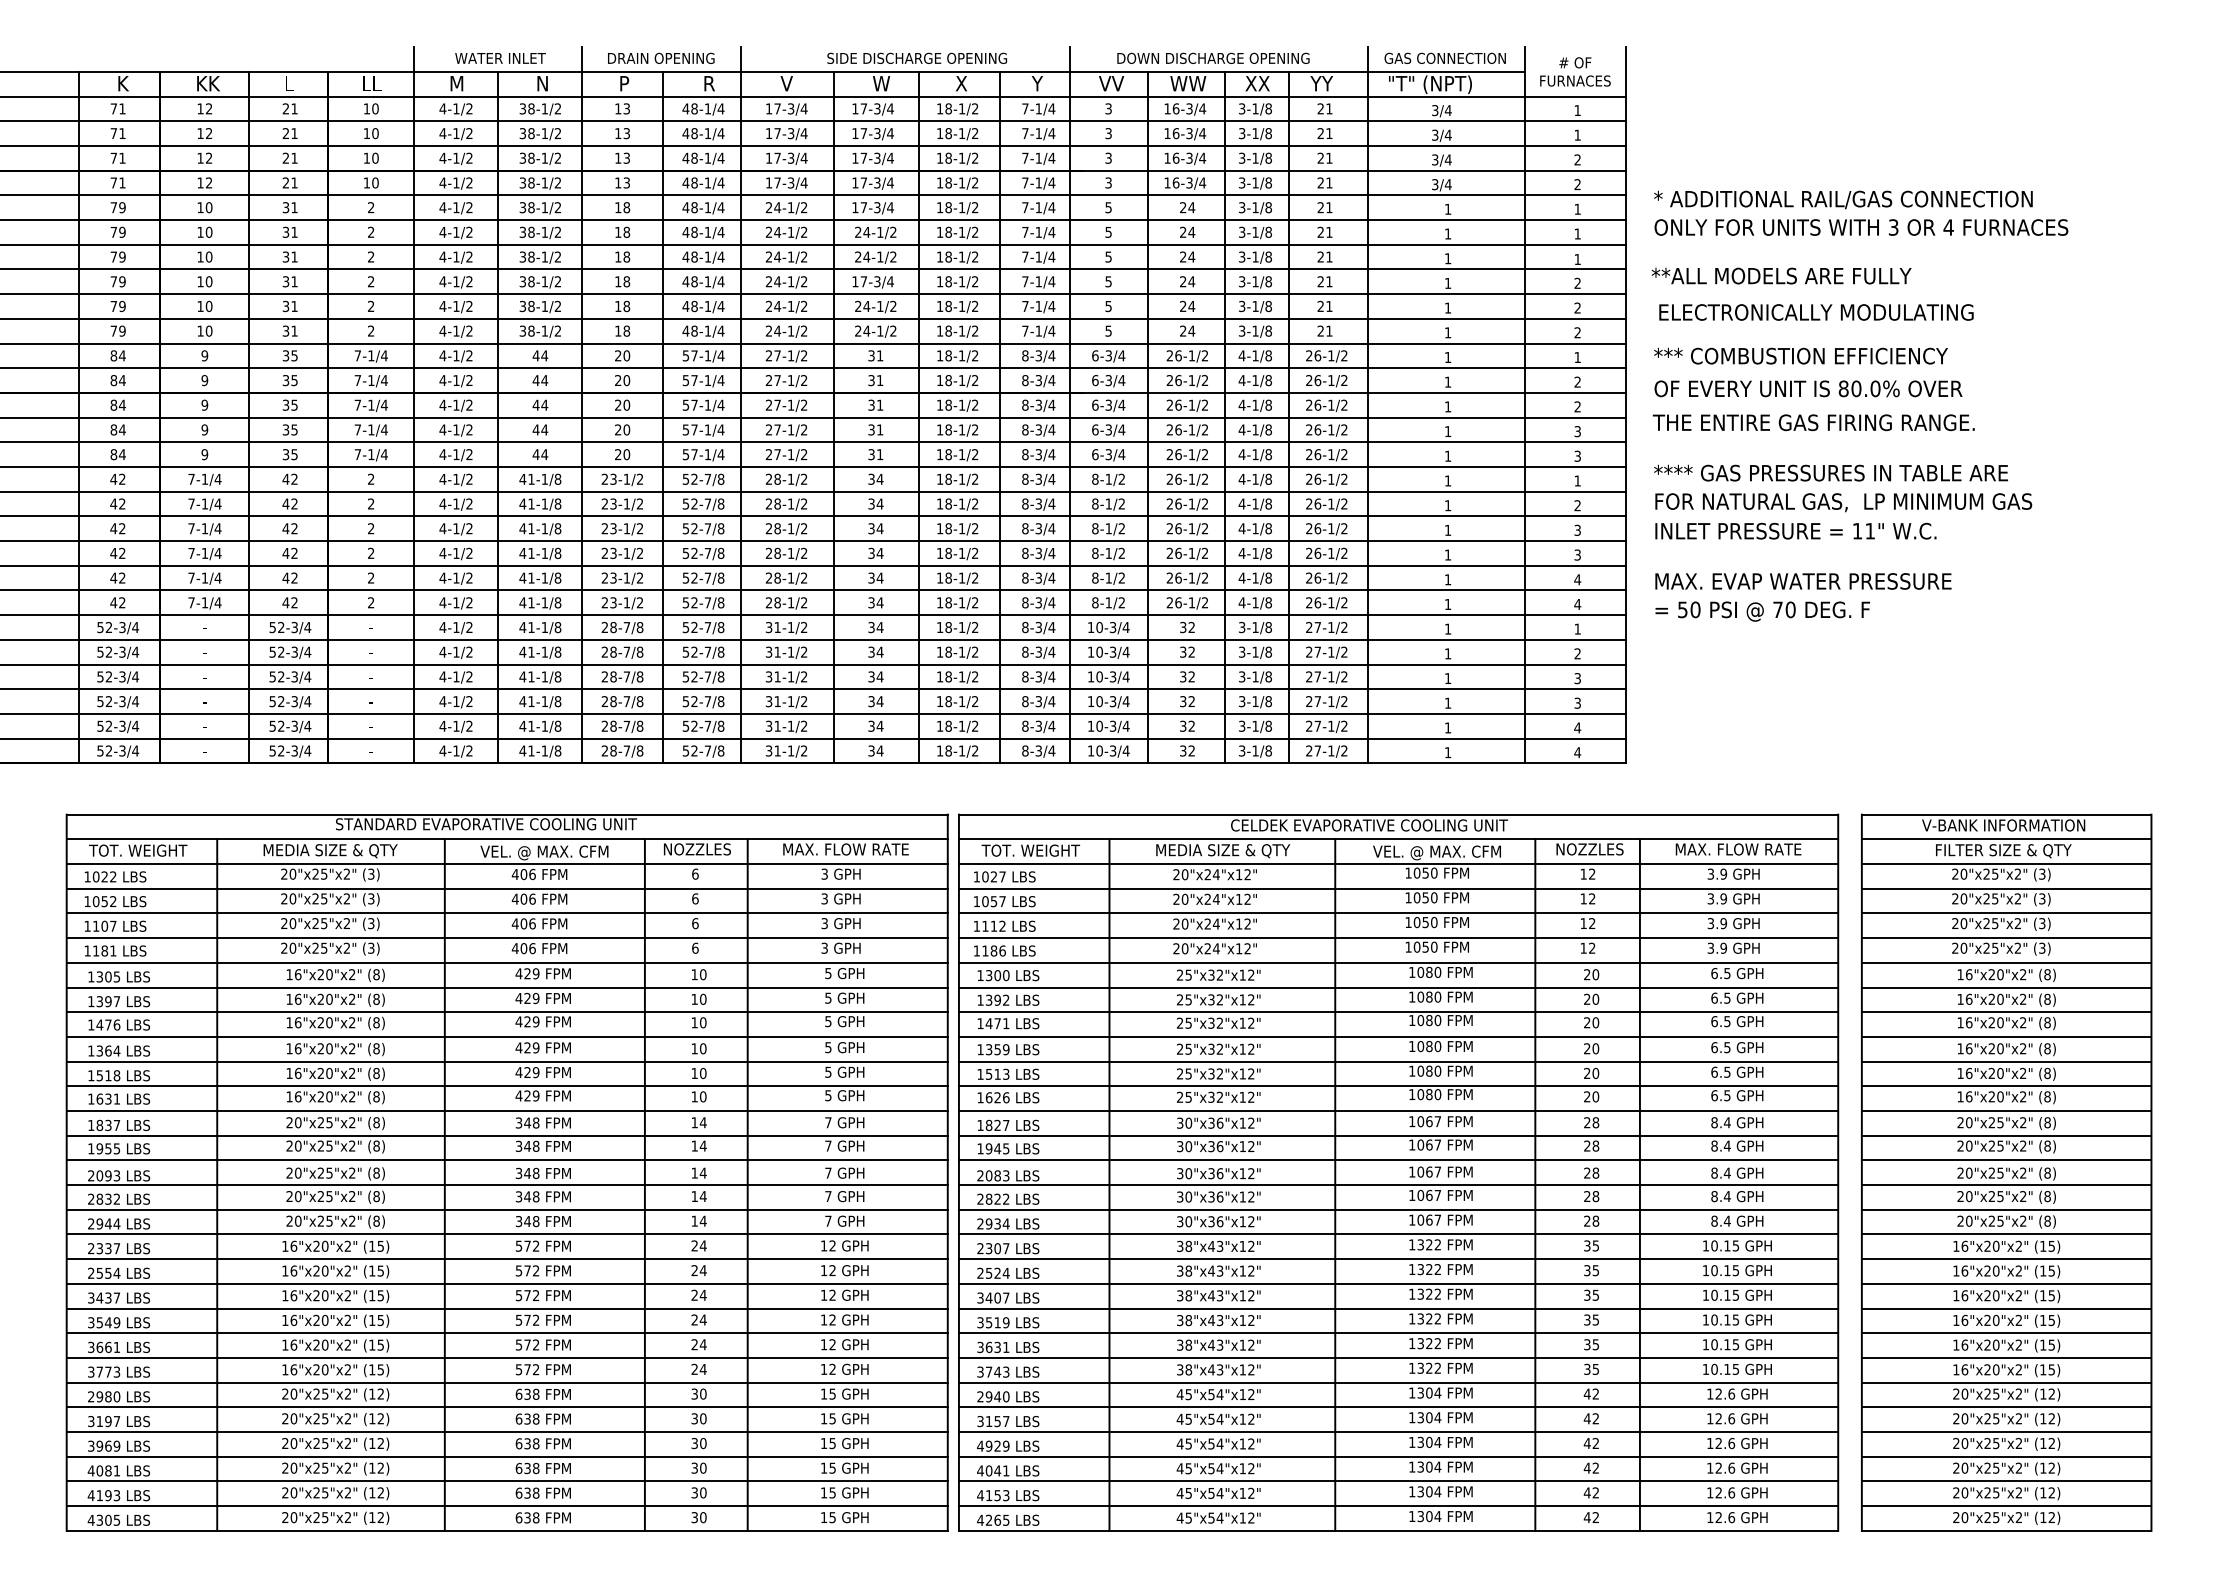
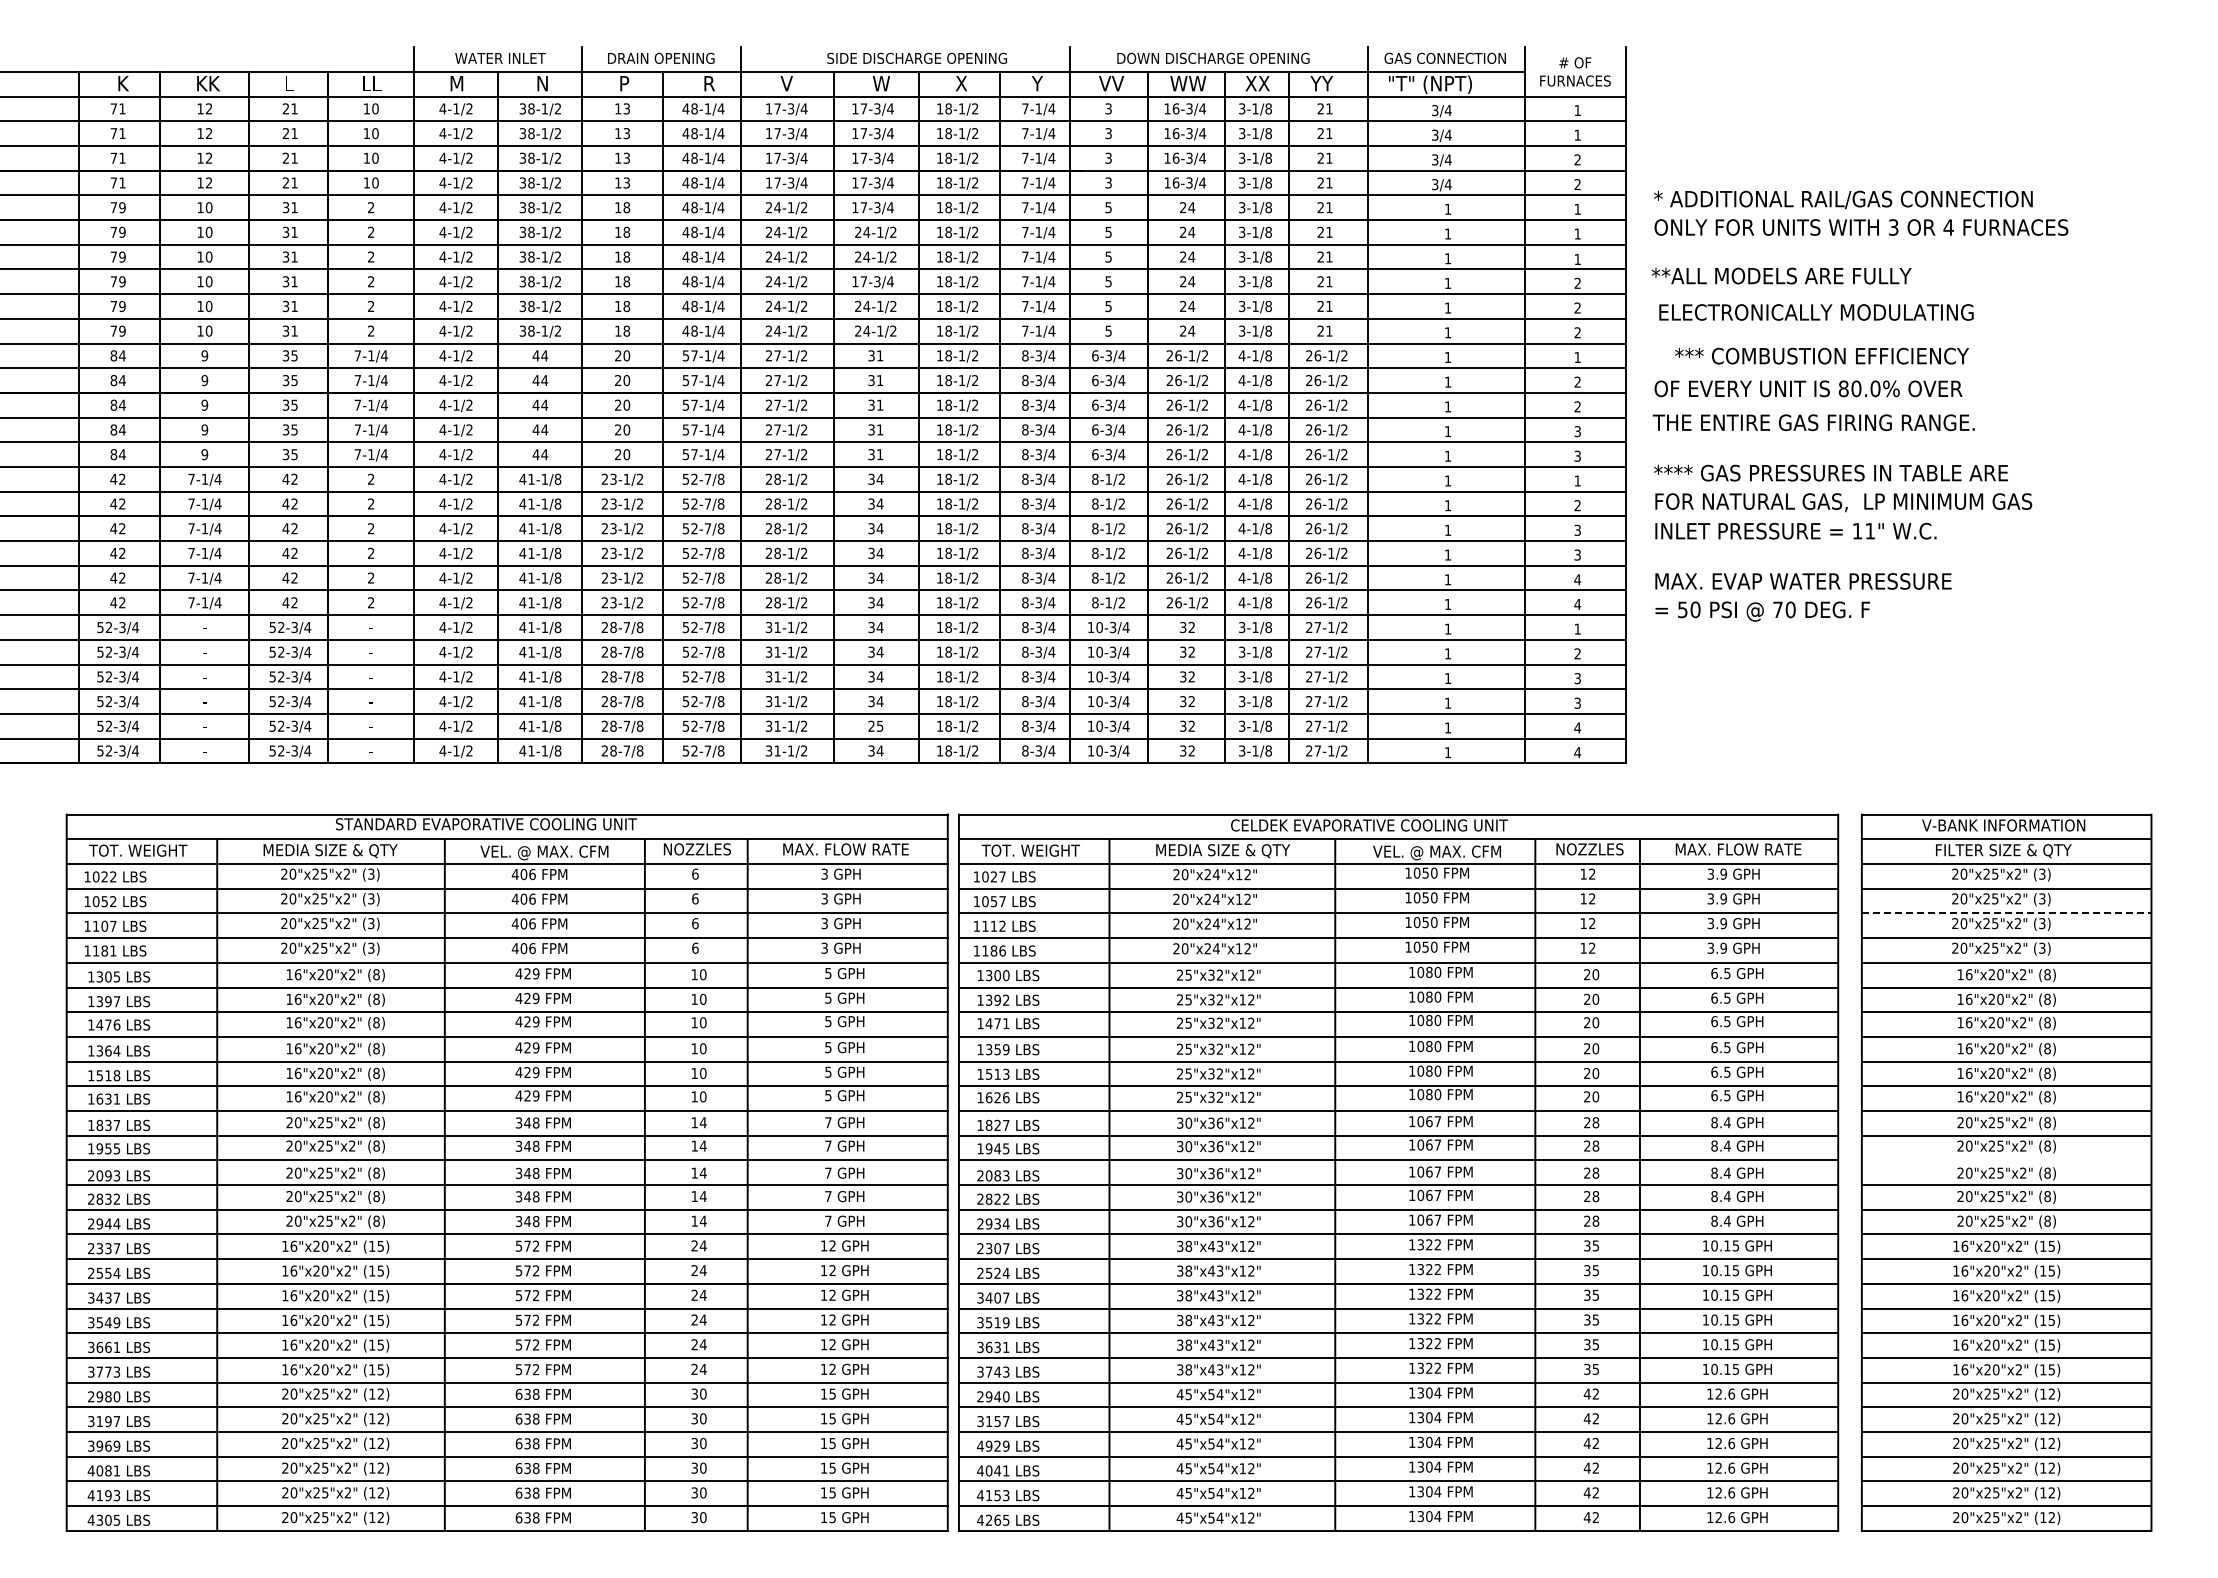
text at (1800, 355) position: (1800, 355) -> (1821, 355)
text at (875, 725): 34 -> 25
line at (2006, 913): solid -> dashed
line at (2006, 1160): present -> none
